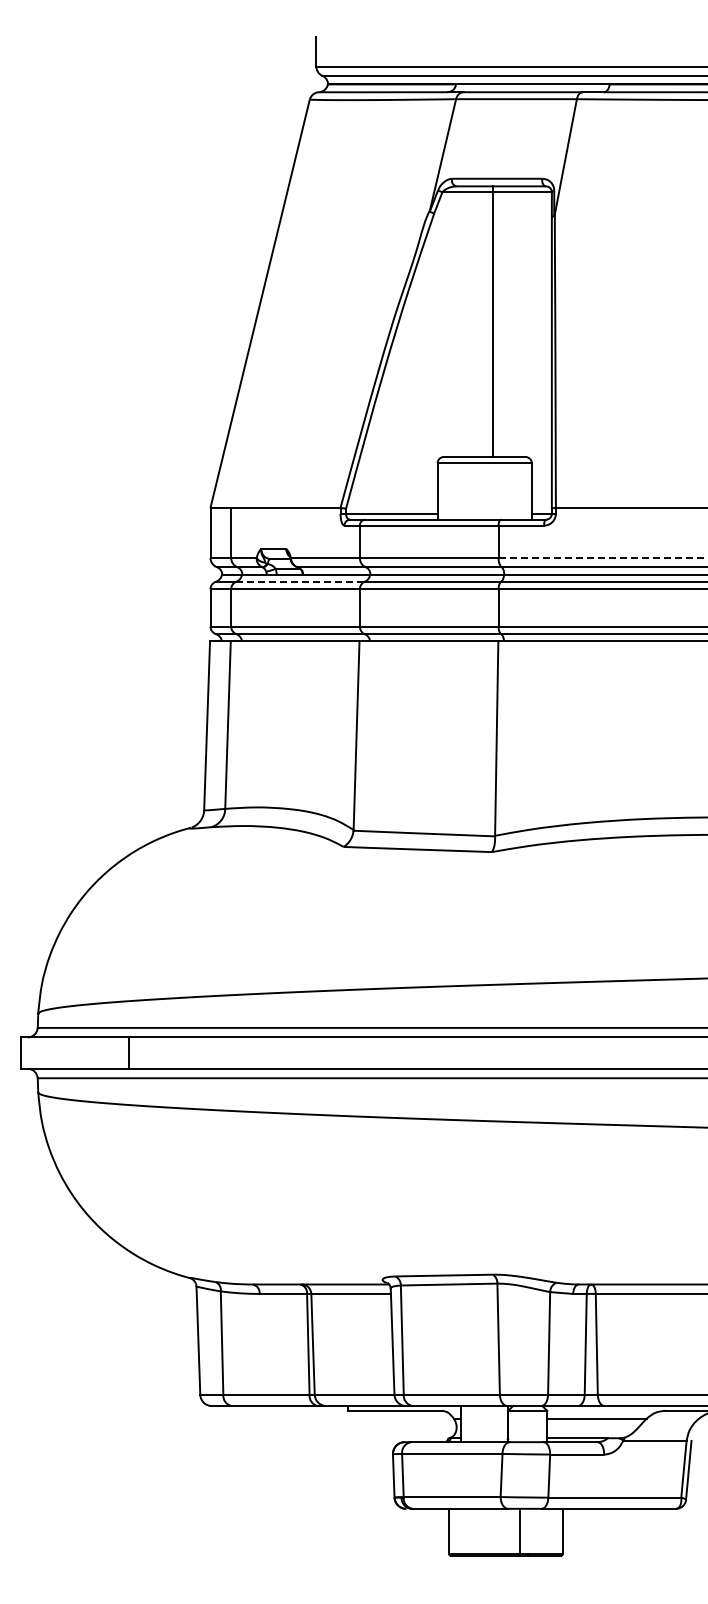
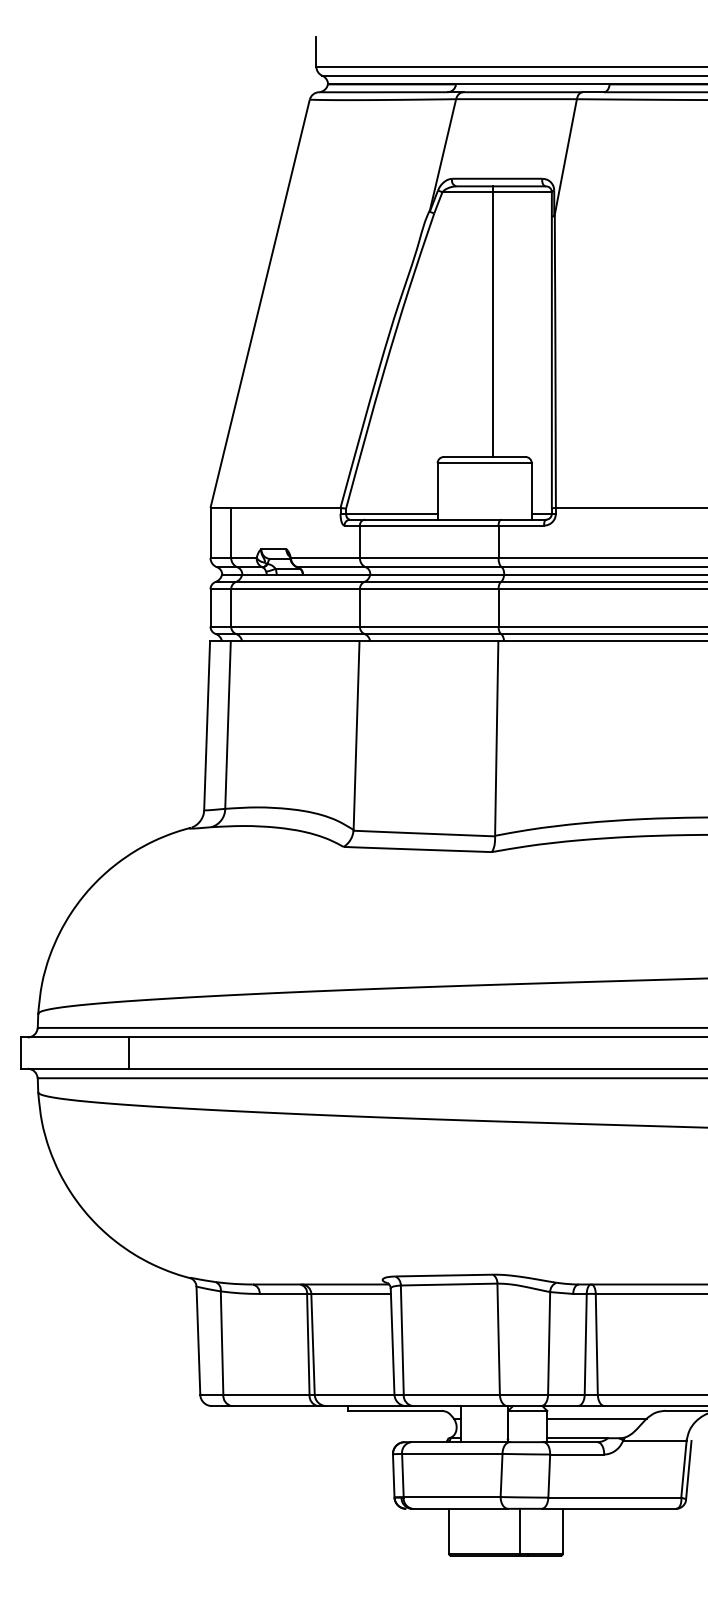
line at (603, 557): dashed -> solid
line at (300, 581): dashed -> solid
